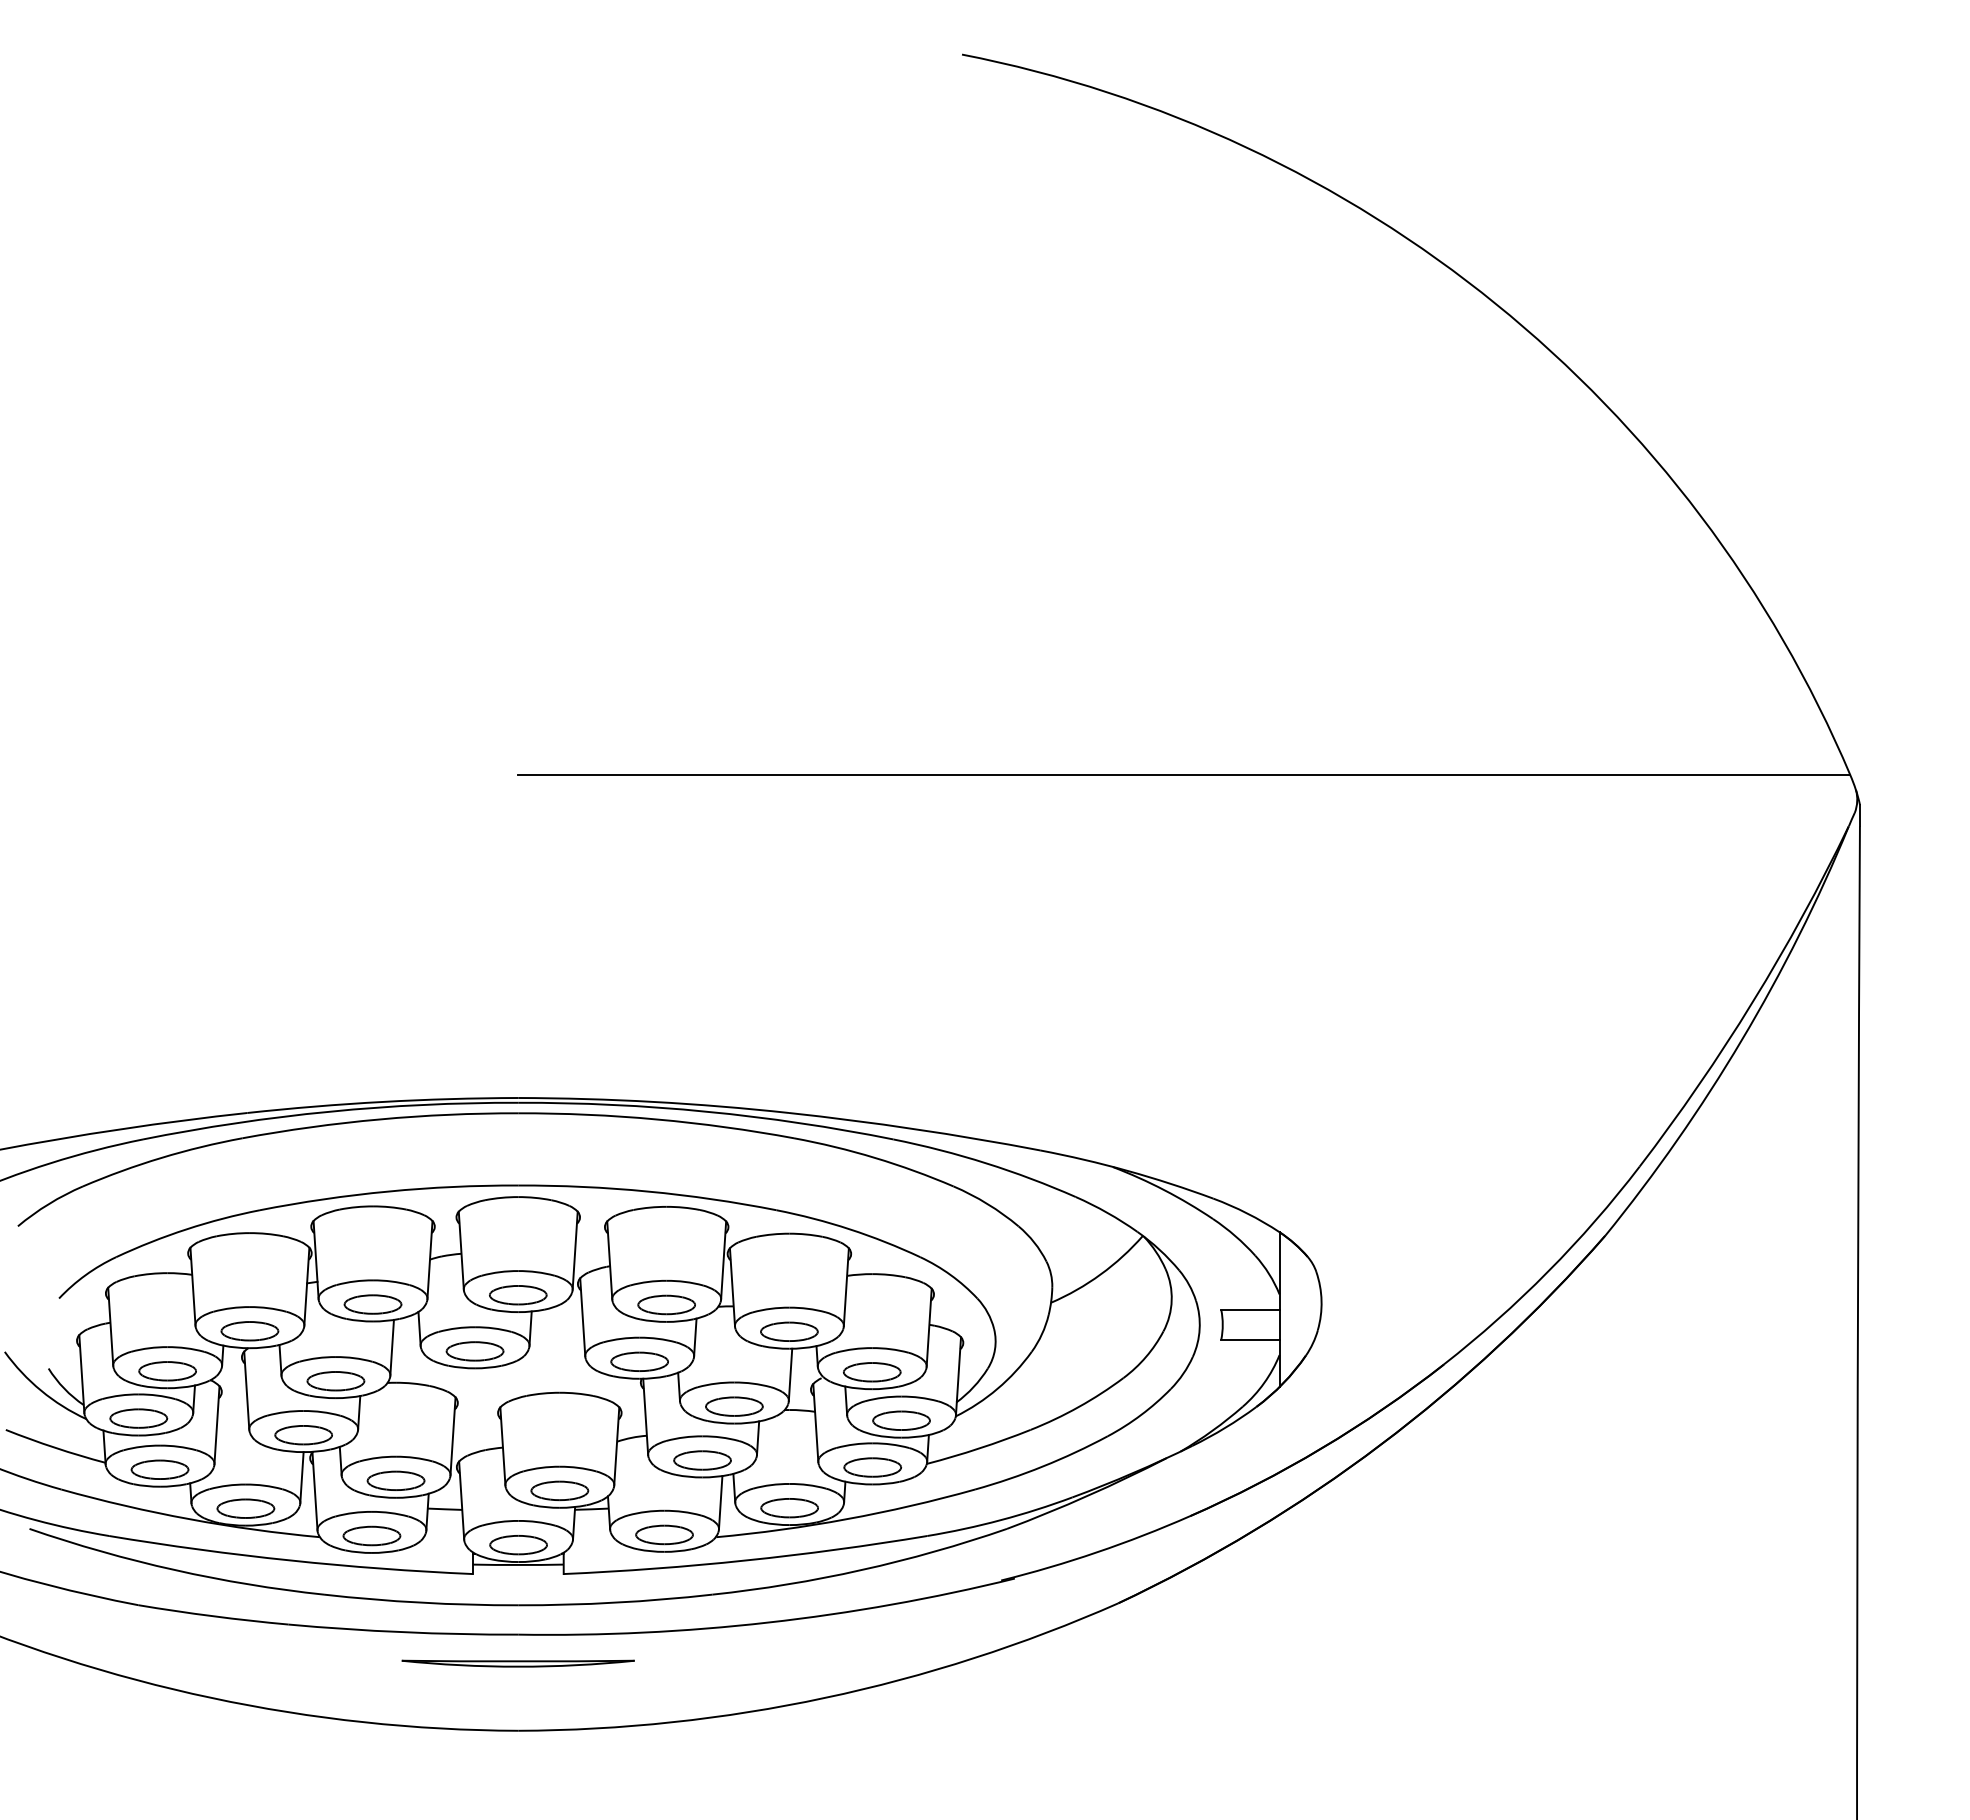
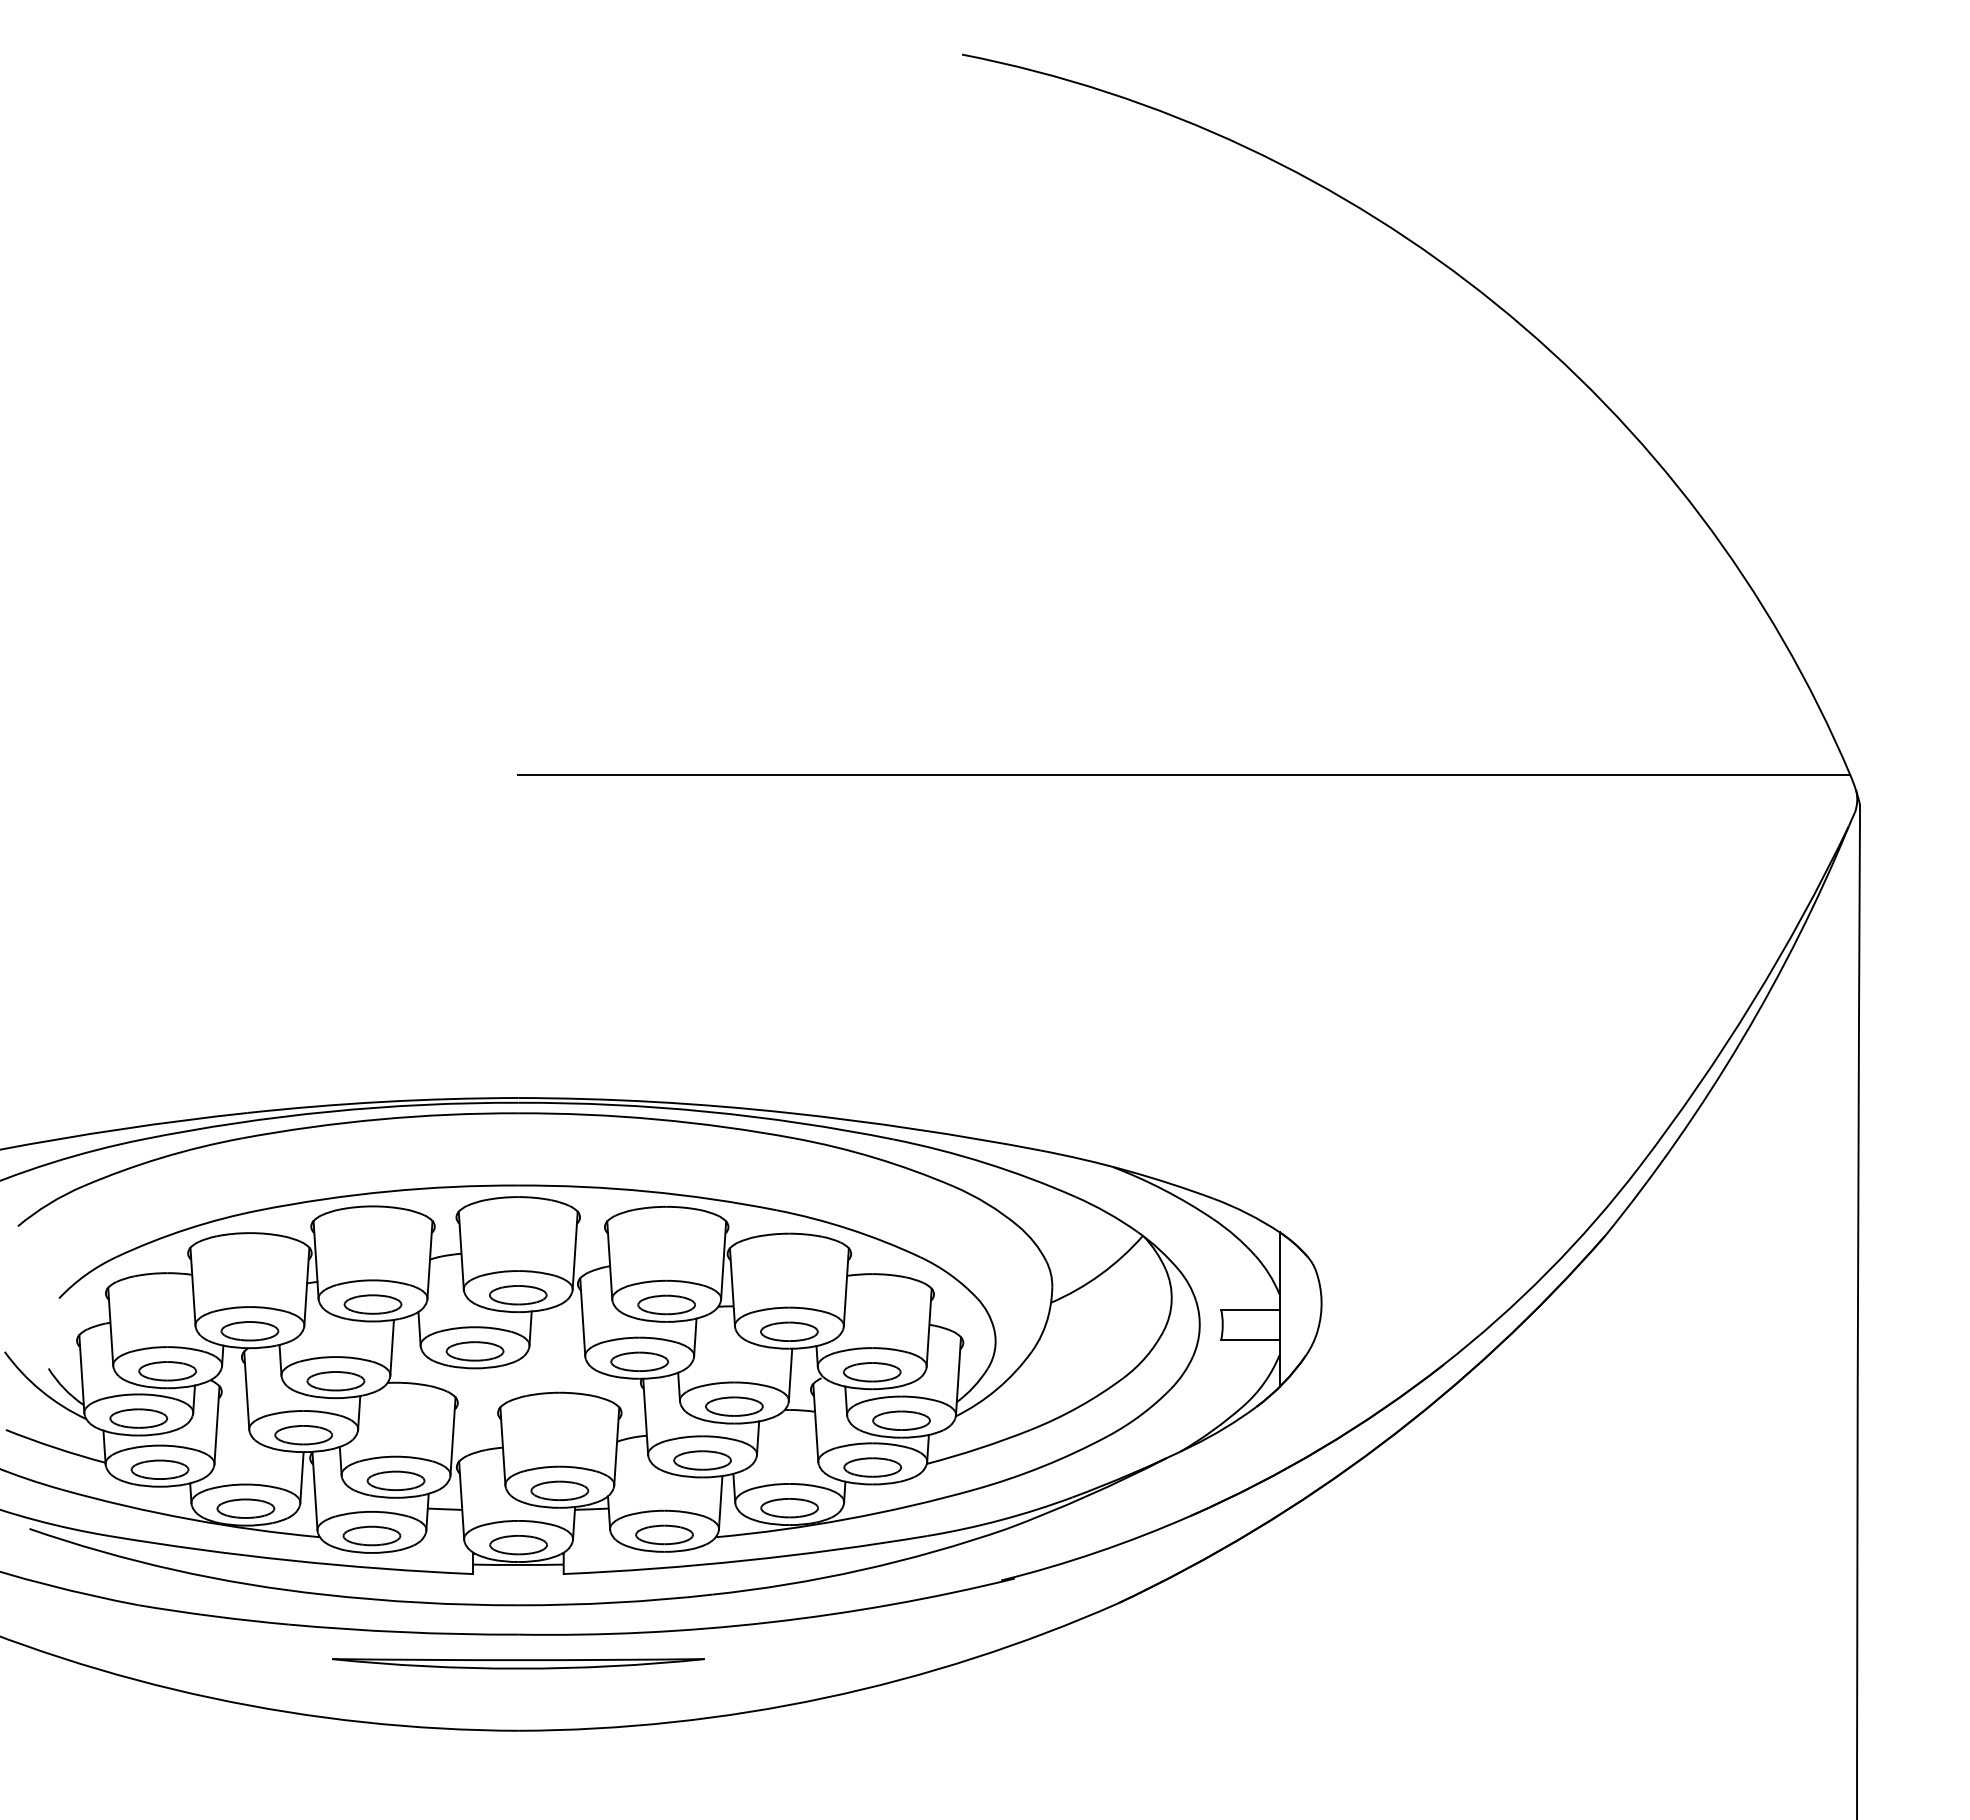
part at (517, 1663) size: 234x9 px -> 373x12 px
